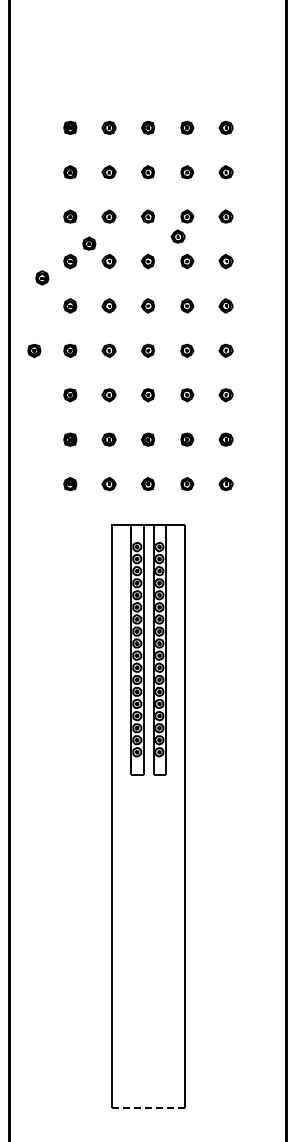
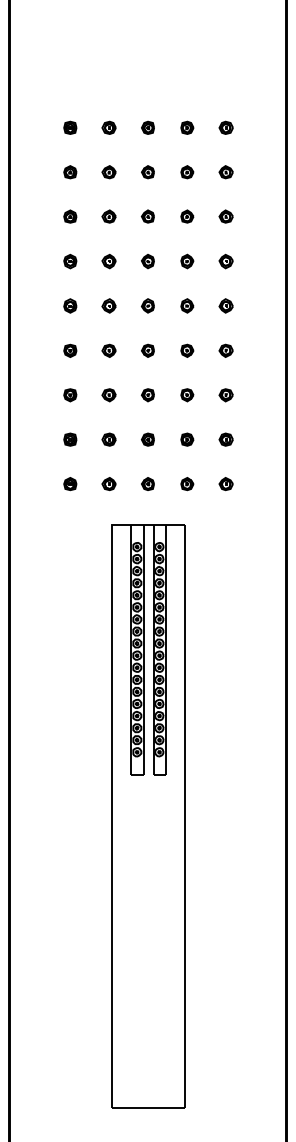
part at (177, 236): present -> none
part at (89, 243): present -> none
part at (42, 277): present -> none
part at (34, 350): present -> none
line at (148, 1107): dashed -> solid
